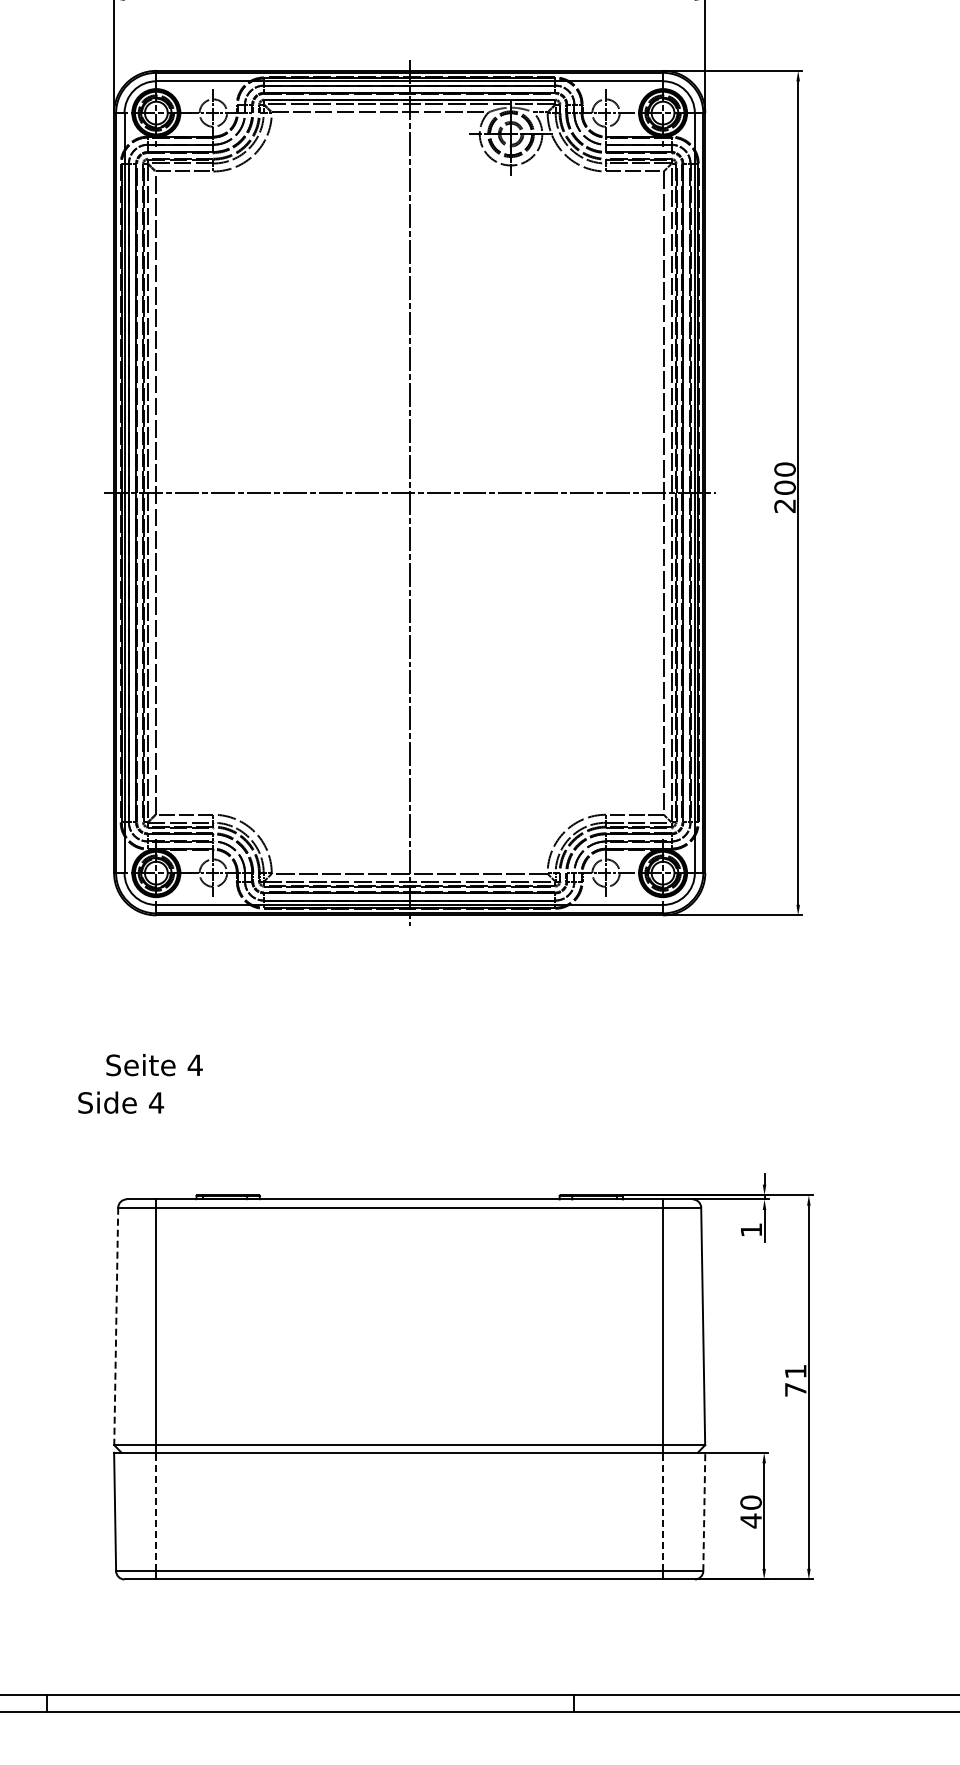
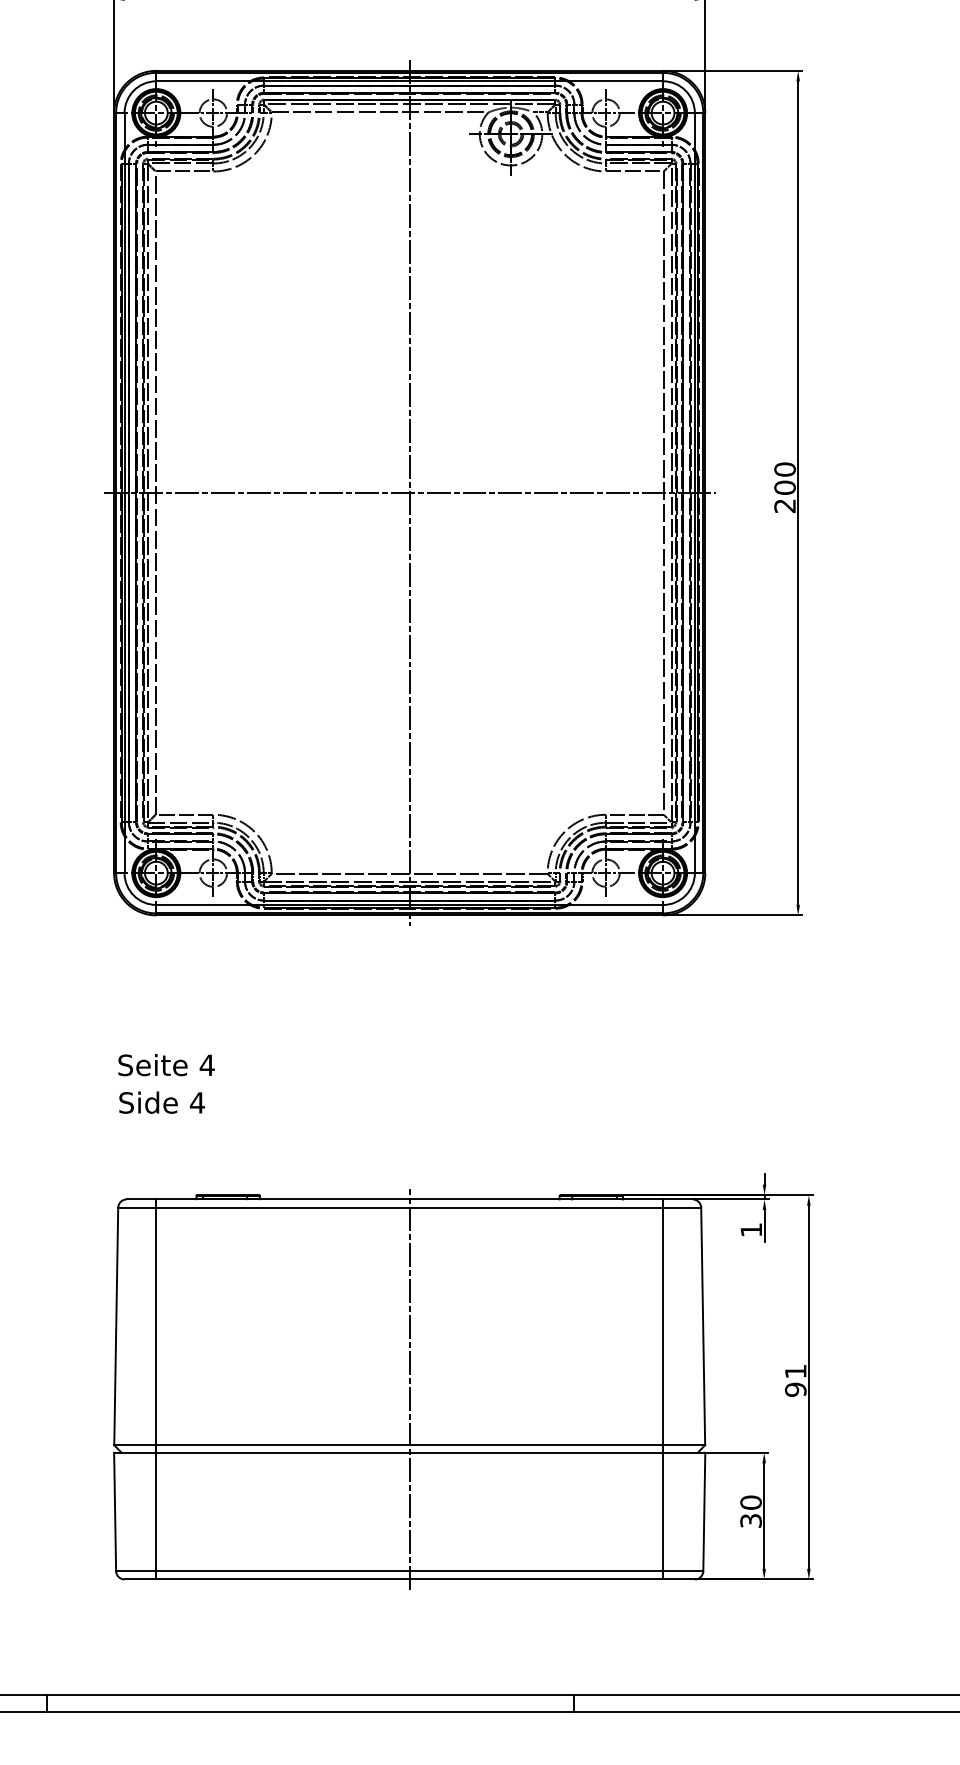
text at (154, 1065) position: (154, 1065) -> (166, 1065)
text at (121, 1102) position: (121, 1102) -> (162, 1102)
line at (116, 1326): dashed -> solid
line at (409, 1389): none -> present
text at (795, 1389): 71 -> 91
line at (156, 1511): dashed -> solid
line at (663, 1511): dashed -> solid
line at (704, 1511): dashed -> solid
text at (750, 1520): 40 -> 30
